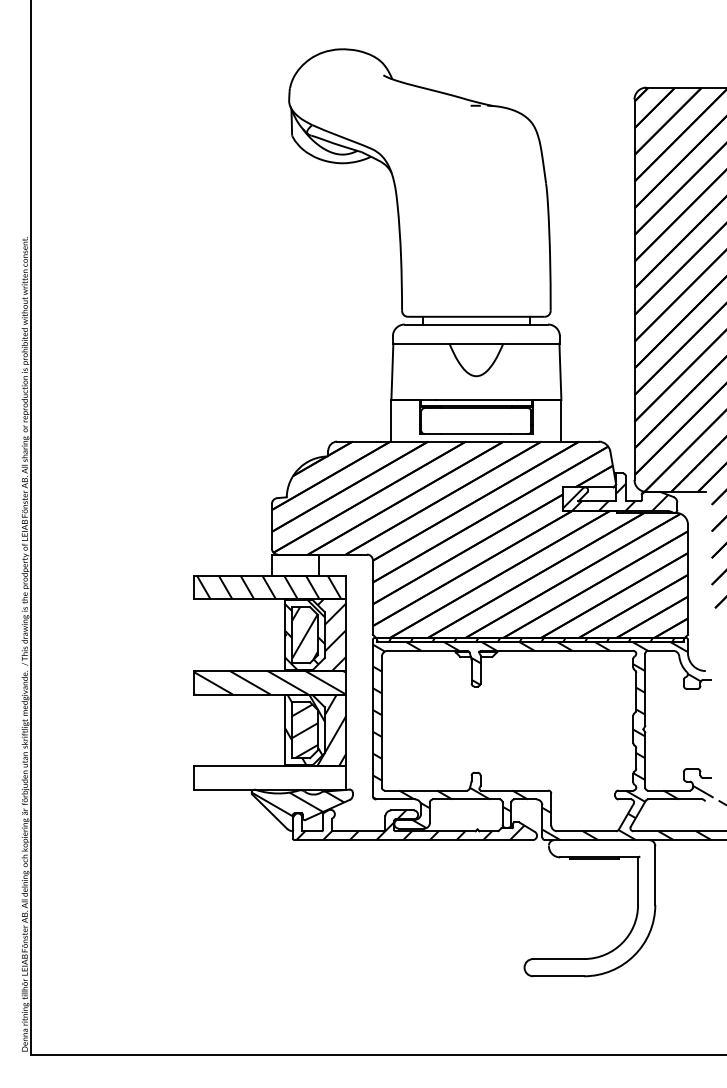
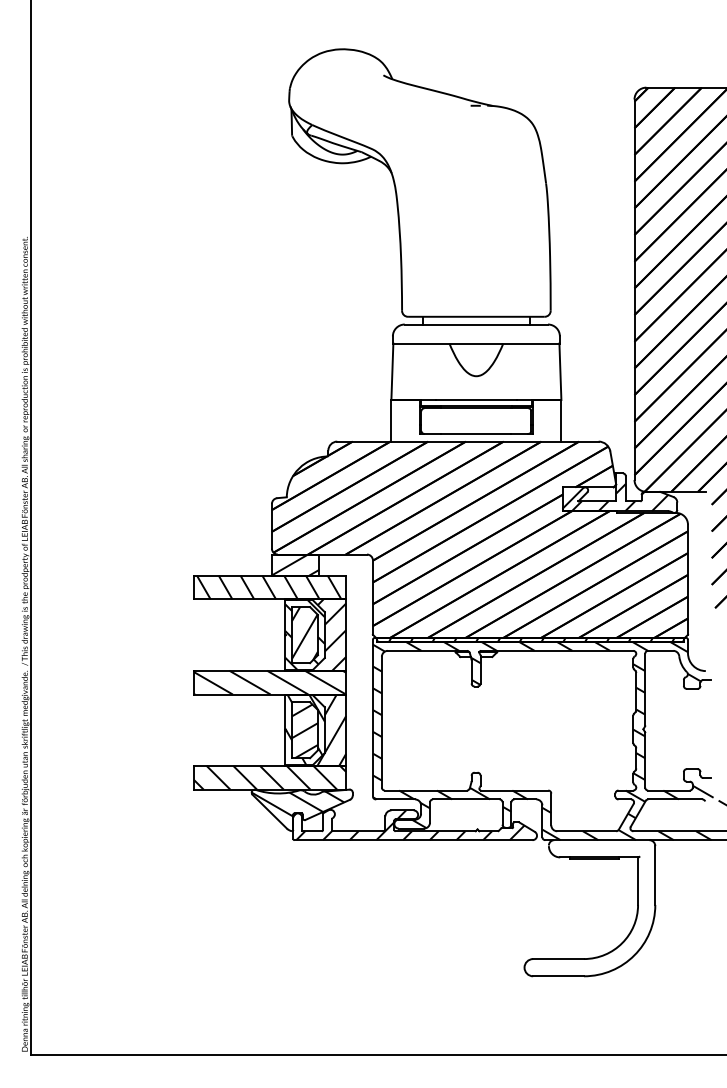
hatch at (295, 564): none -> present
hatch at (270, 777): none -> present
